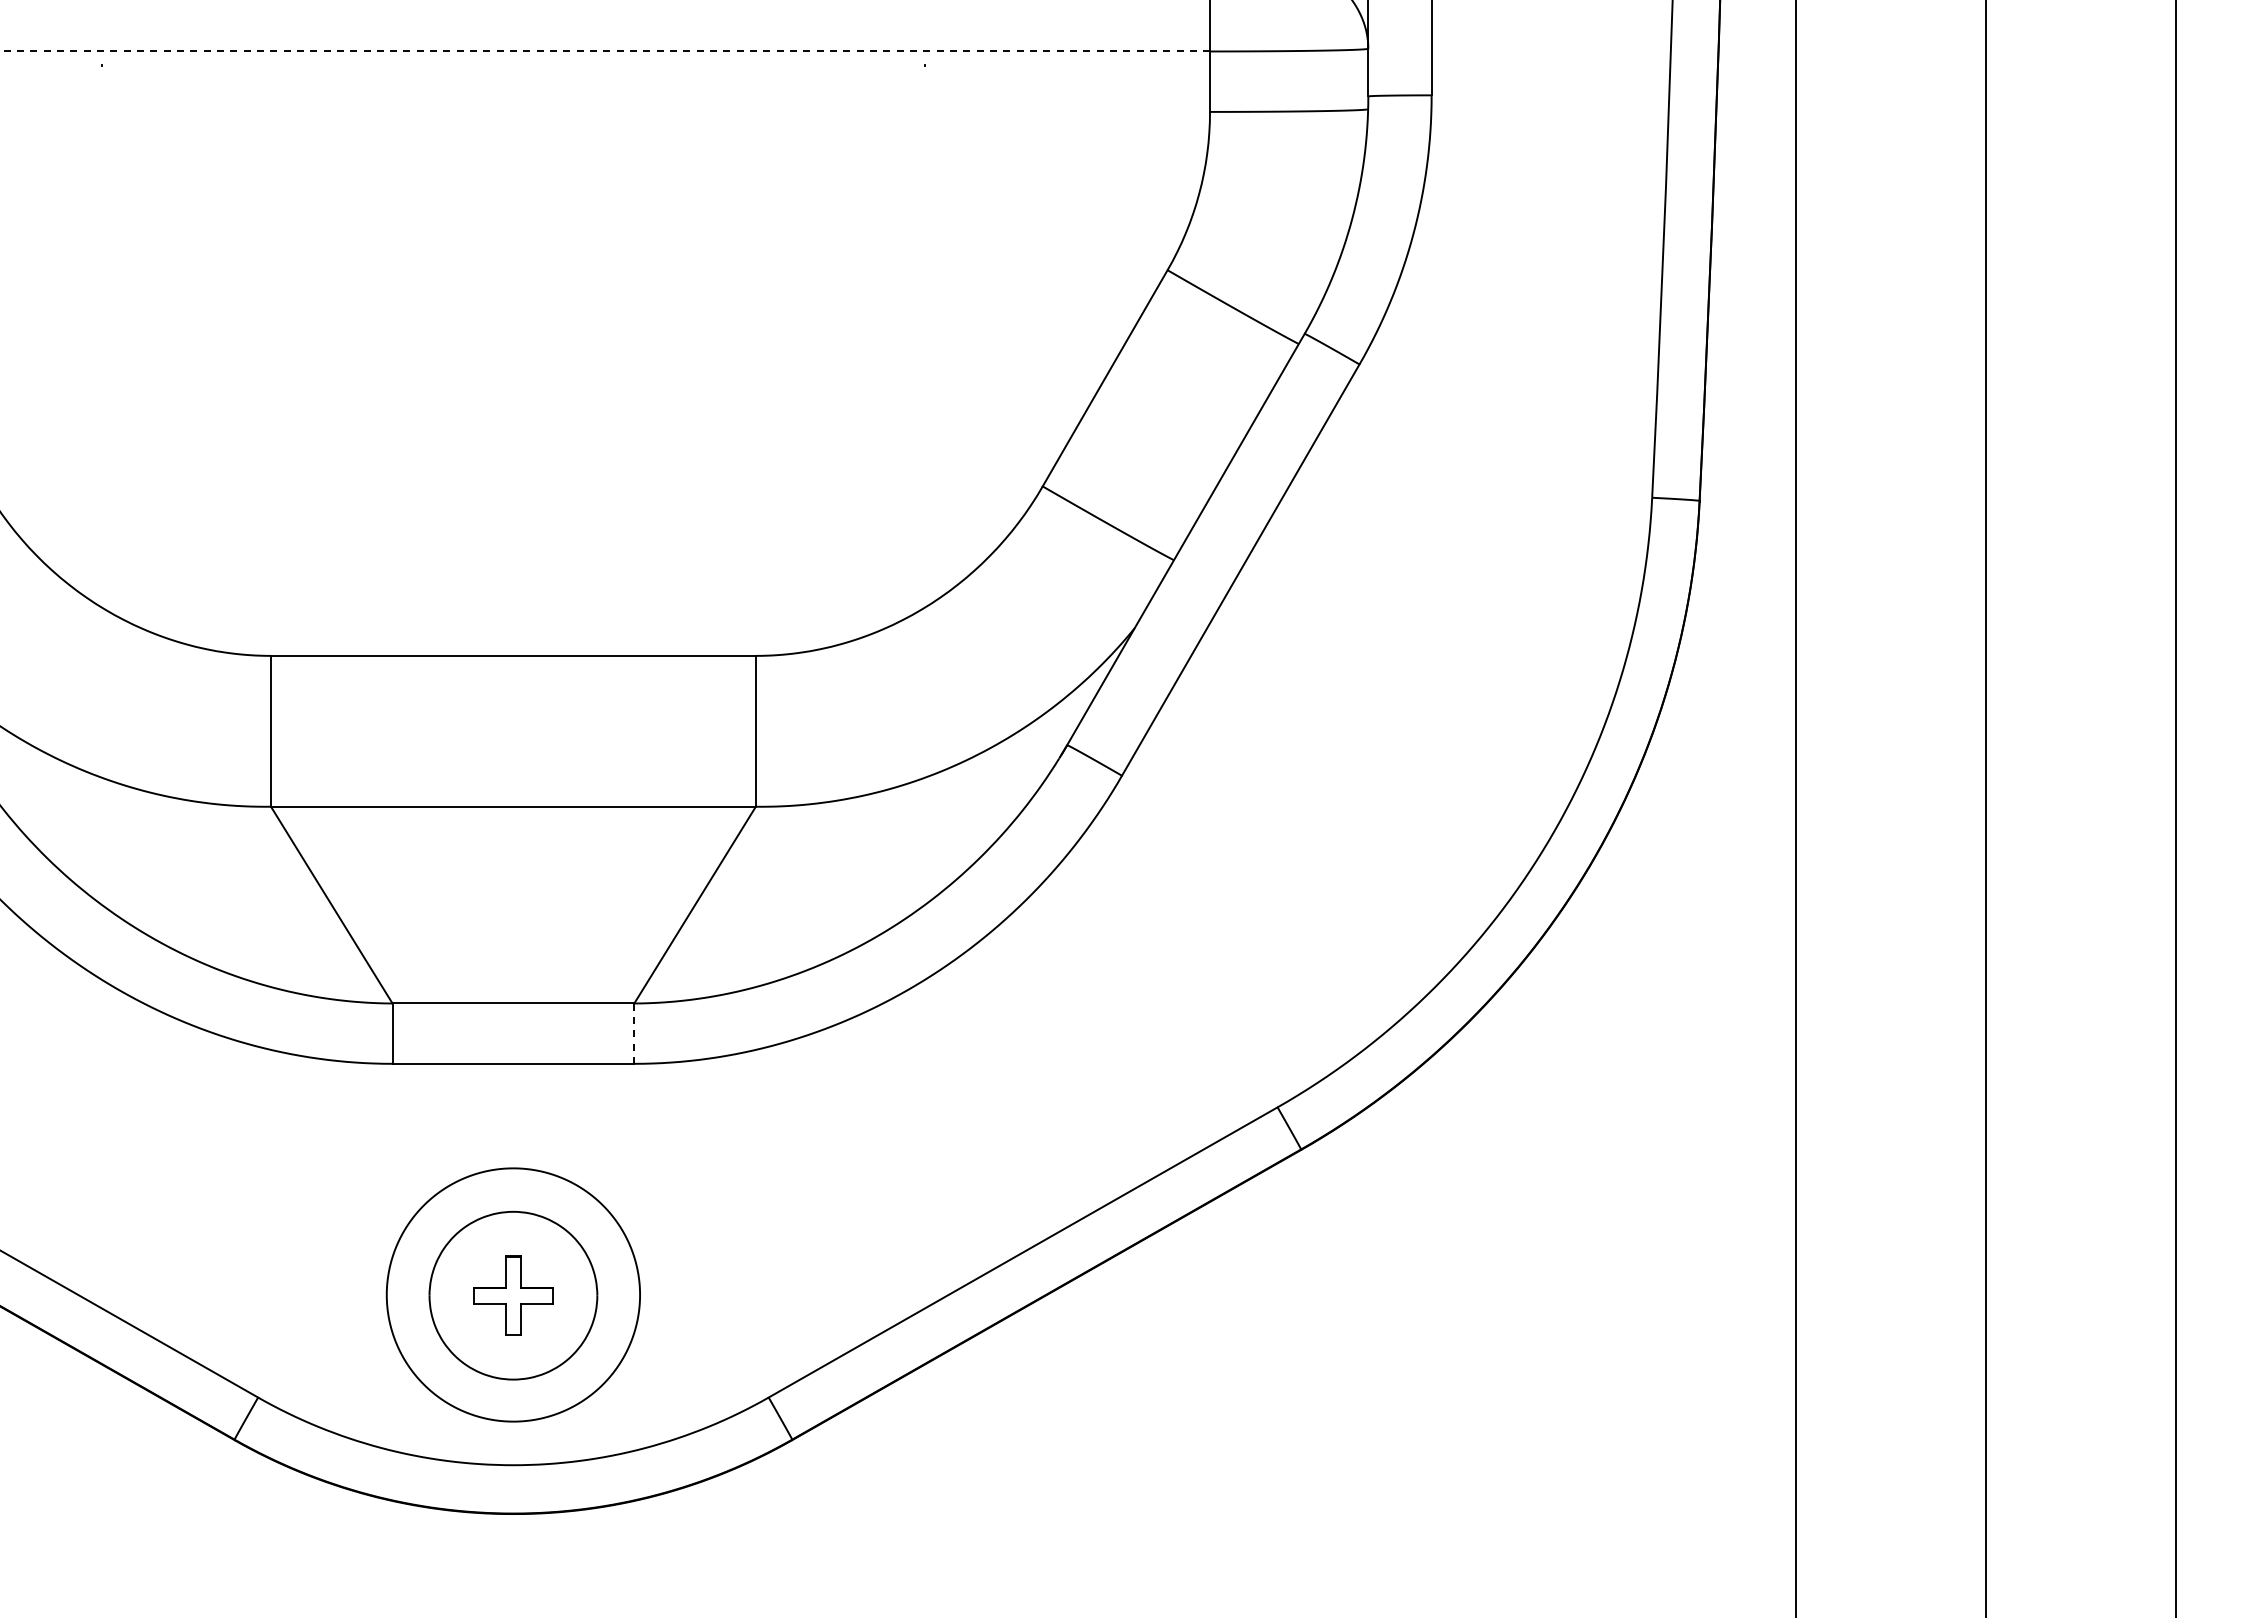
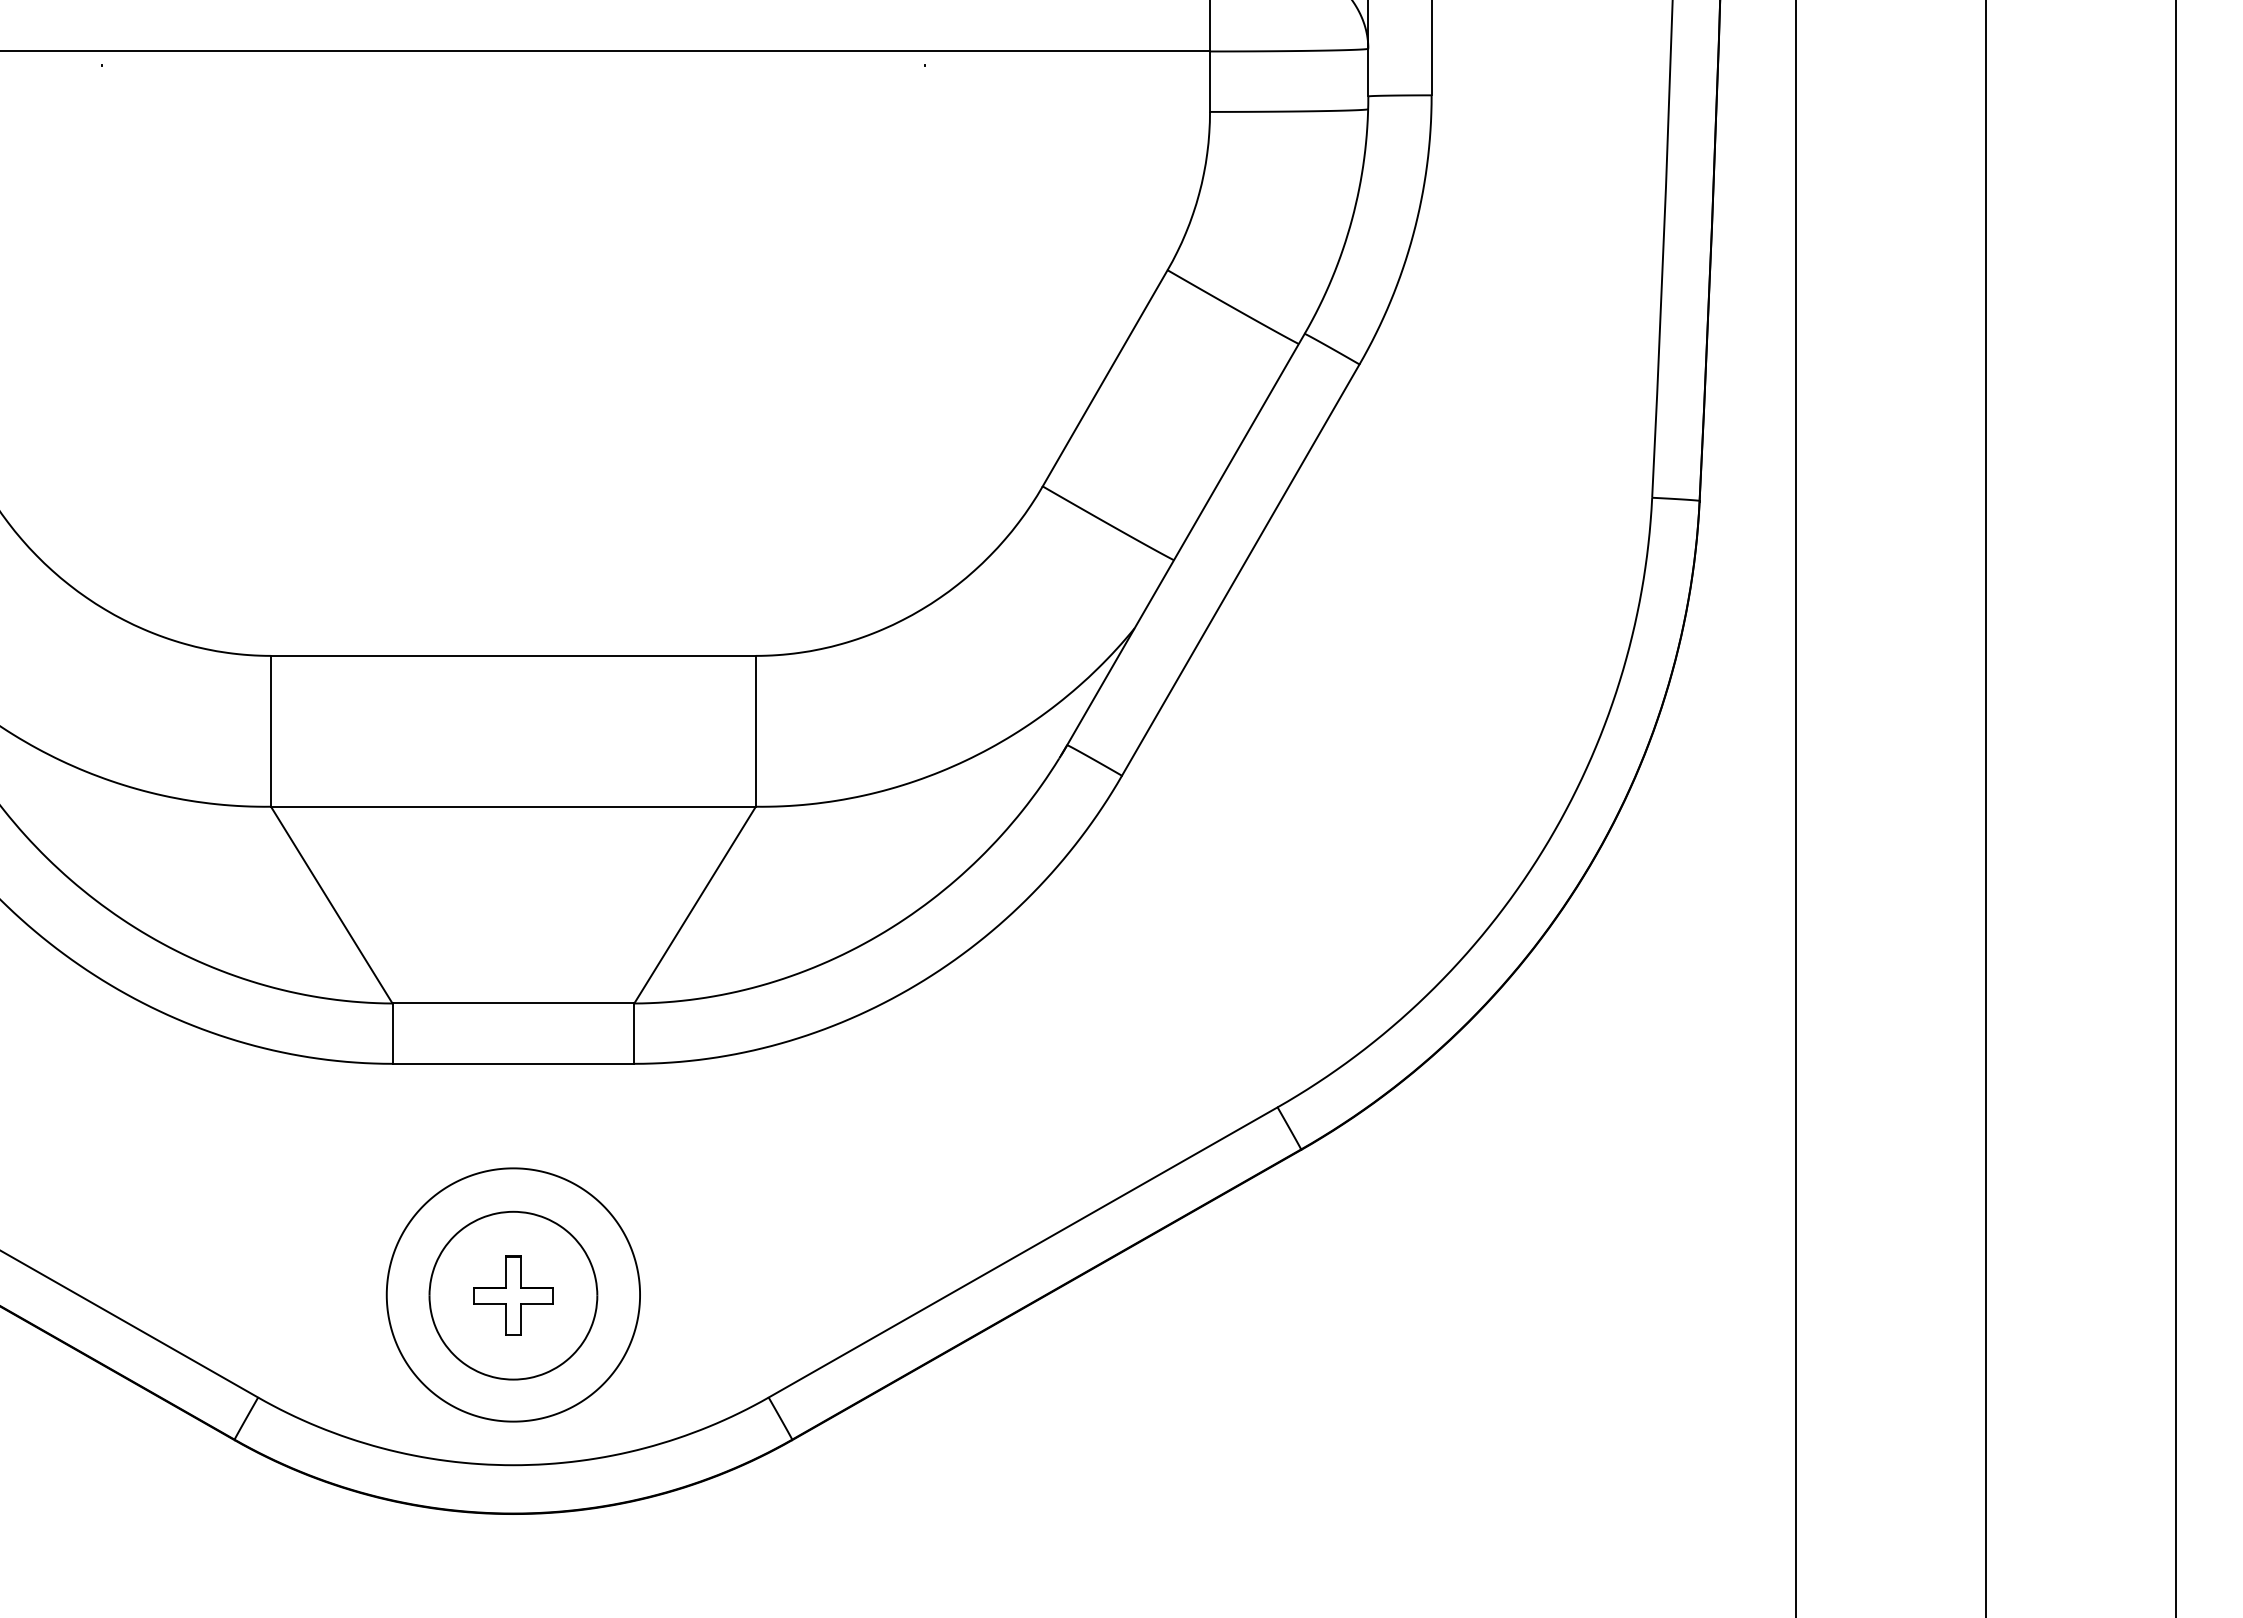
line at (605, 51): dashed -> solid
line at (634, 1033): dashed -> solid
